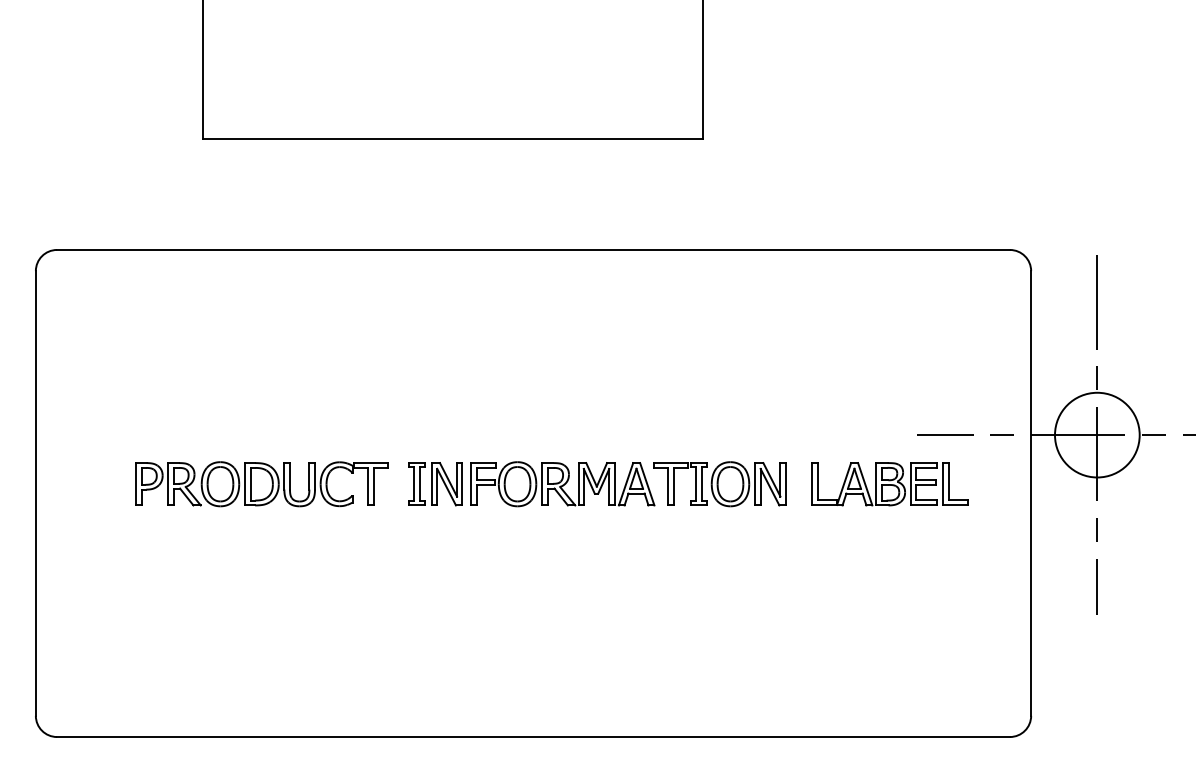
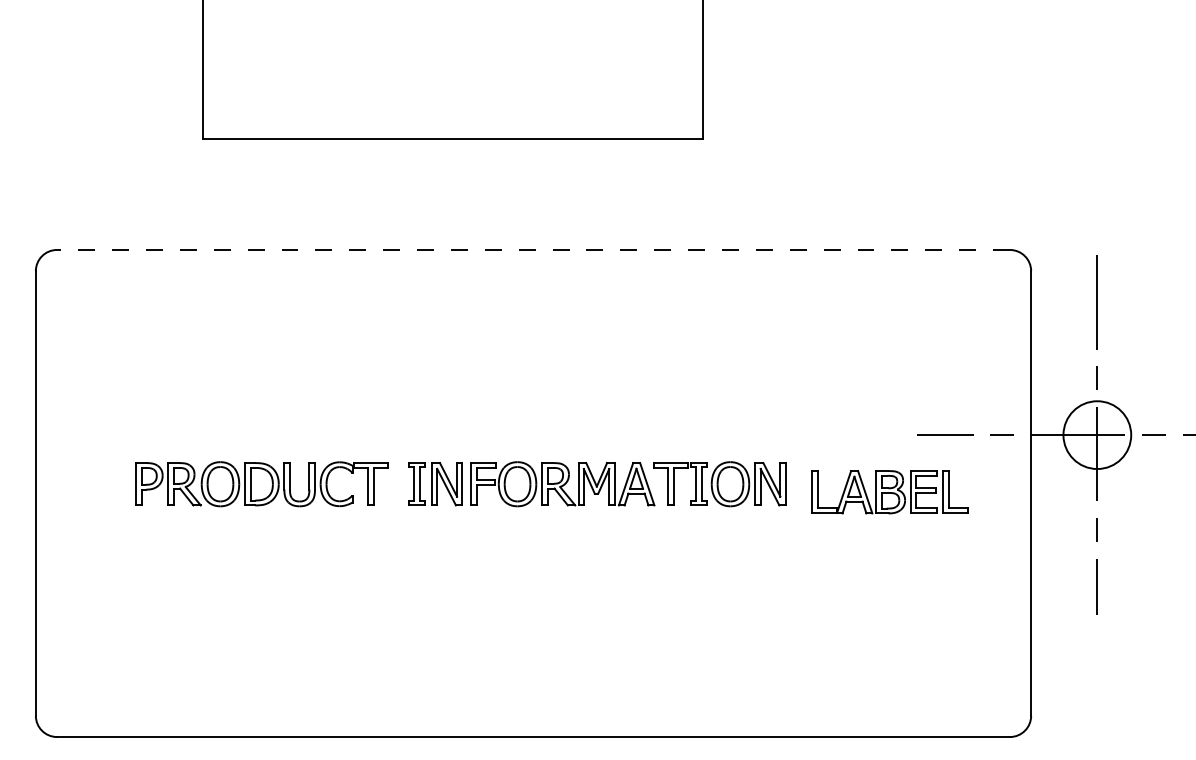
line at (533, 249): solid -> dashed
circle at (1096, 434) diameter: 85 px -> 68 px
part at (889, 484) position: (889, 484) -> (889, 492)
